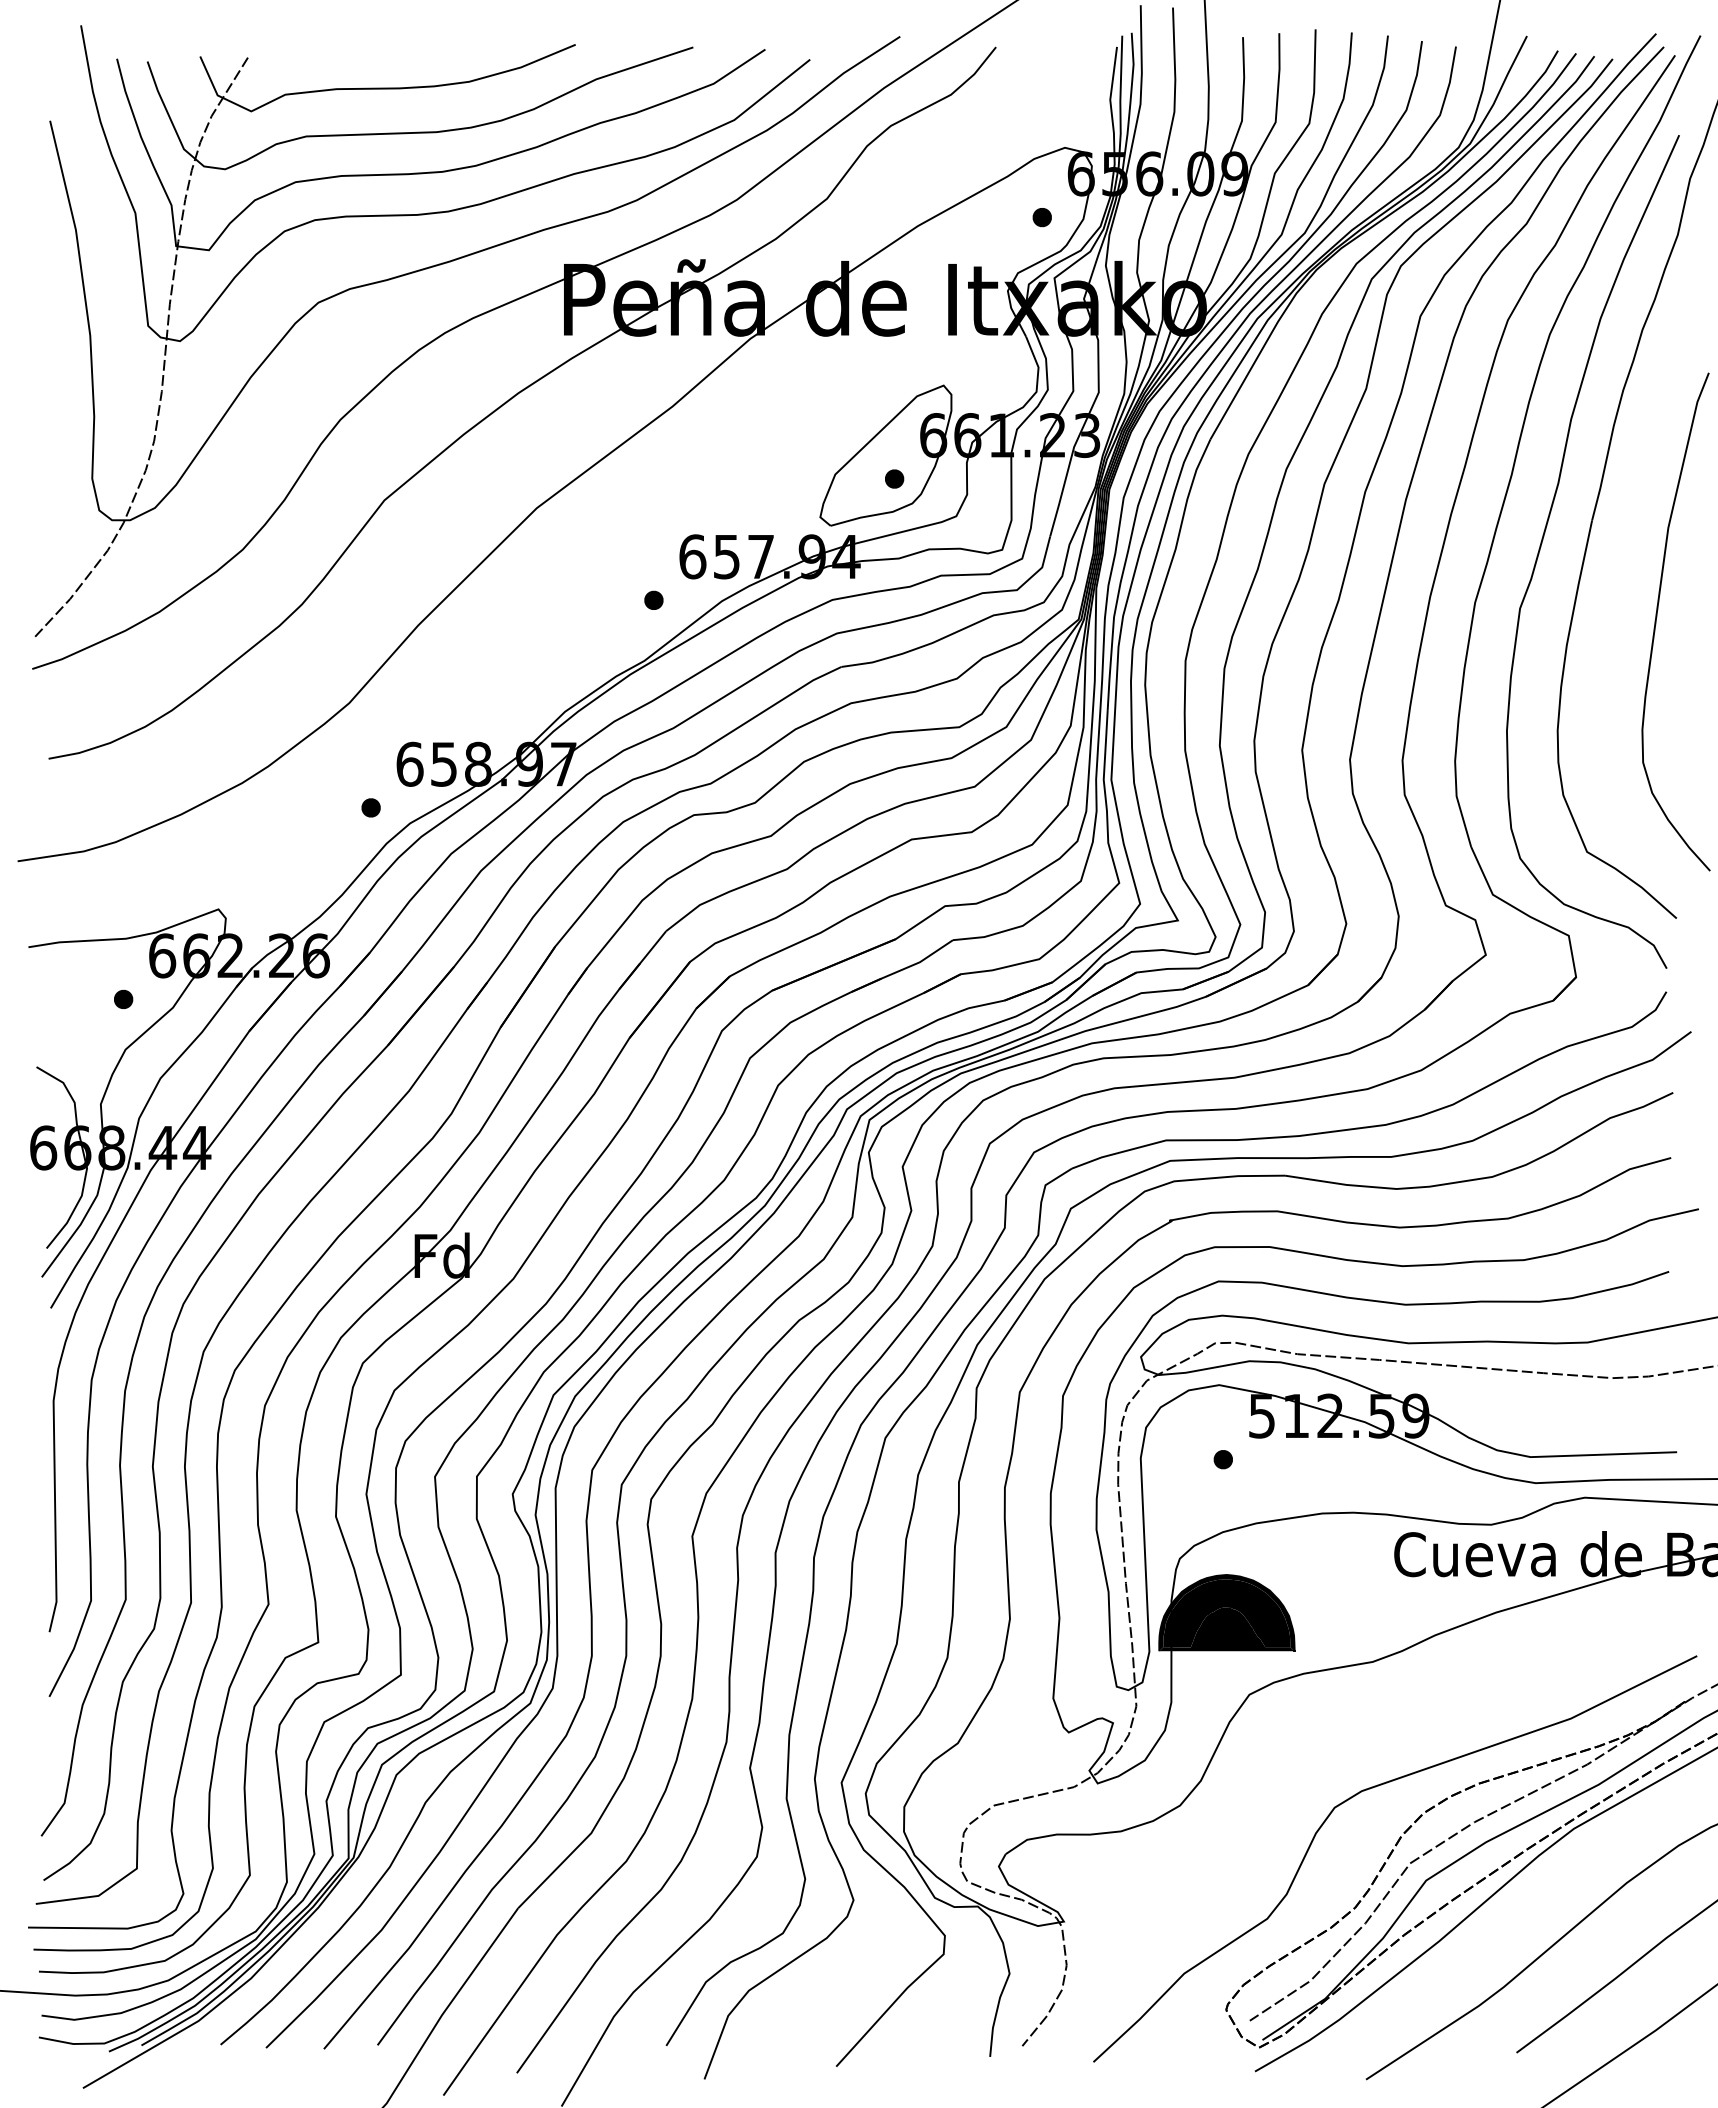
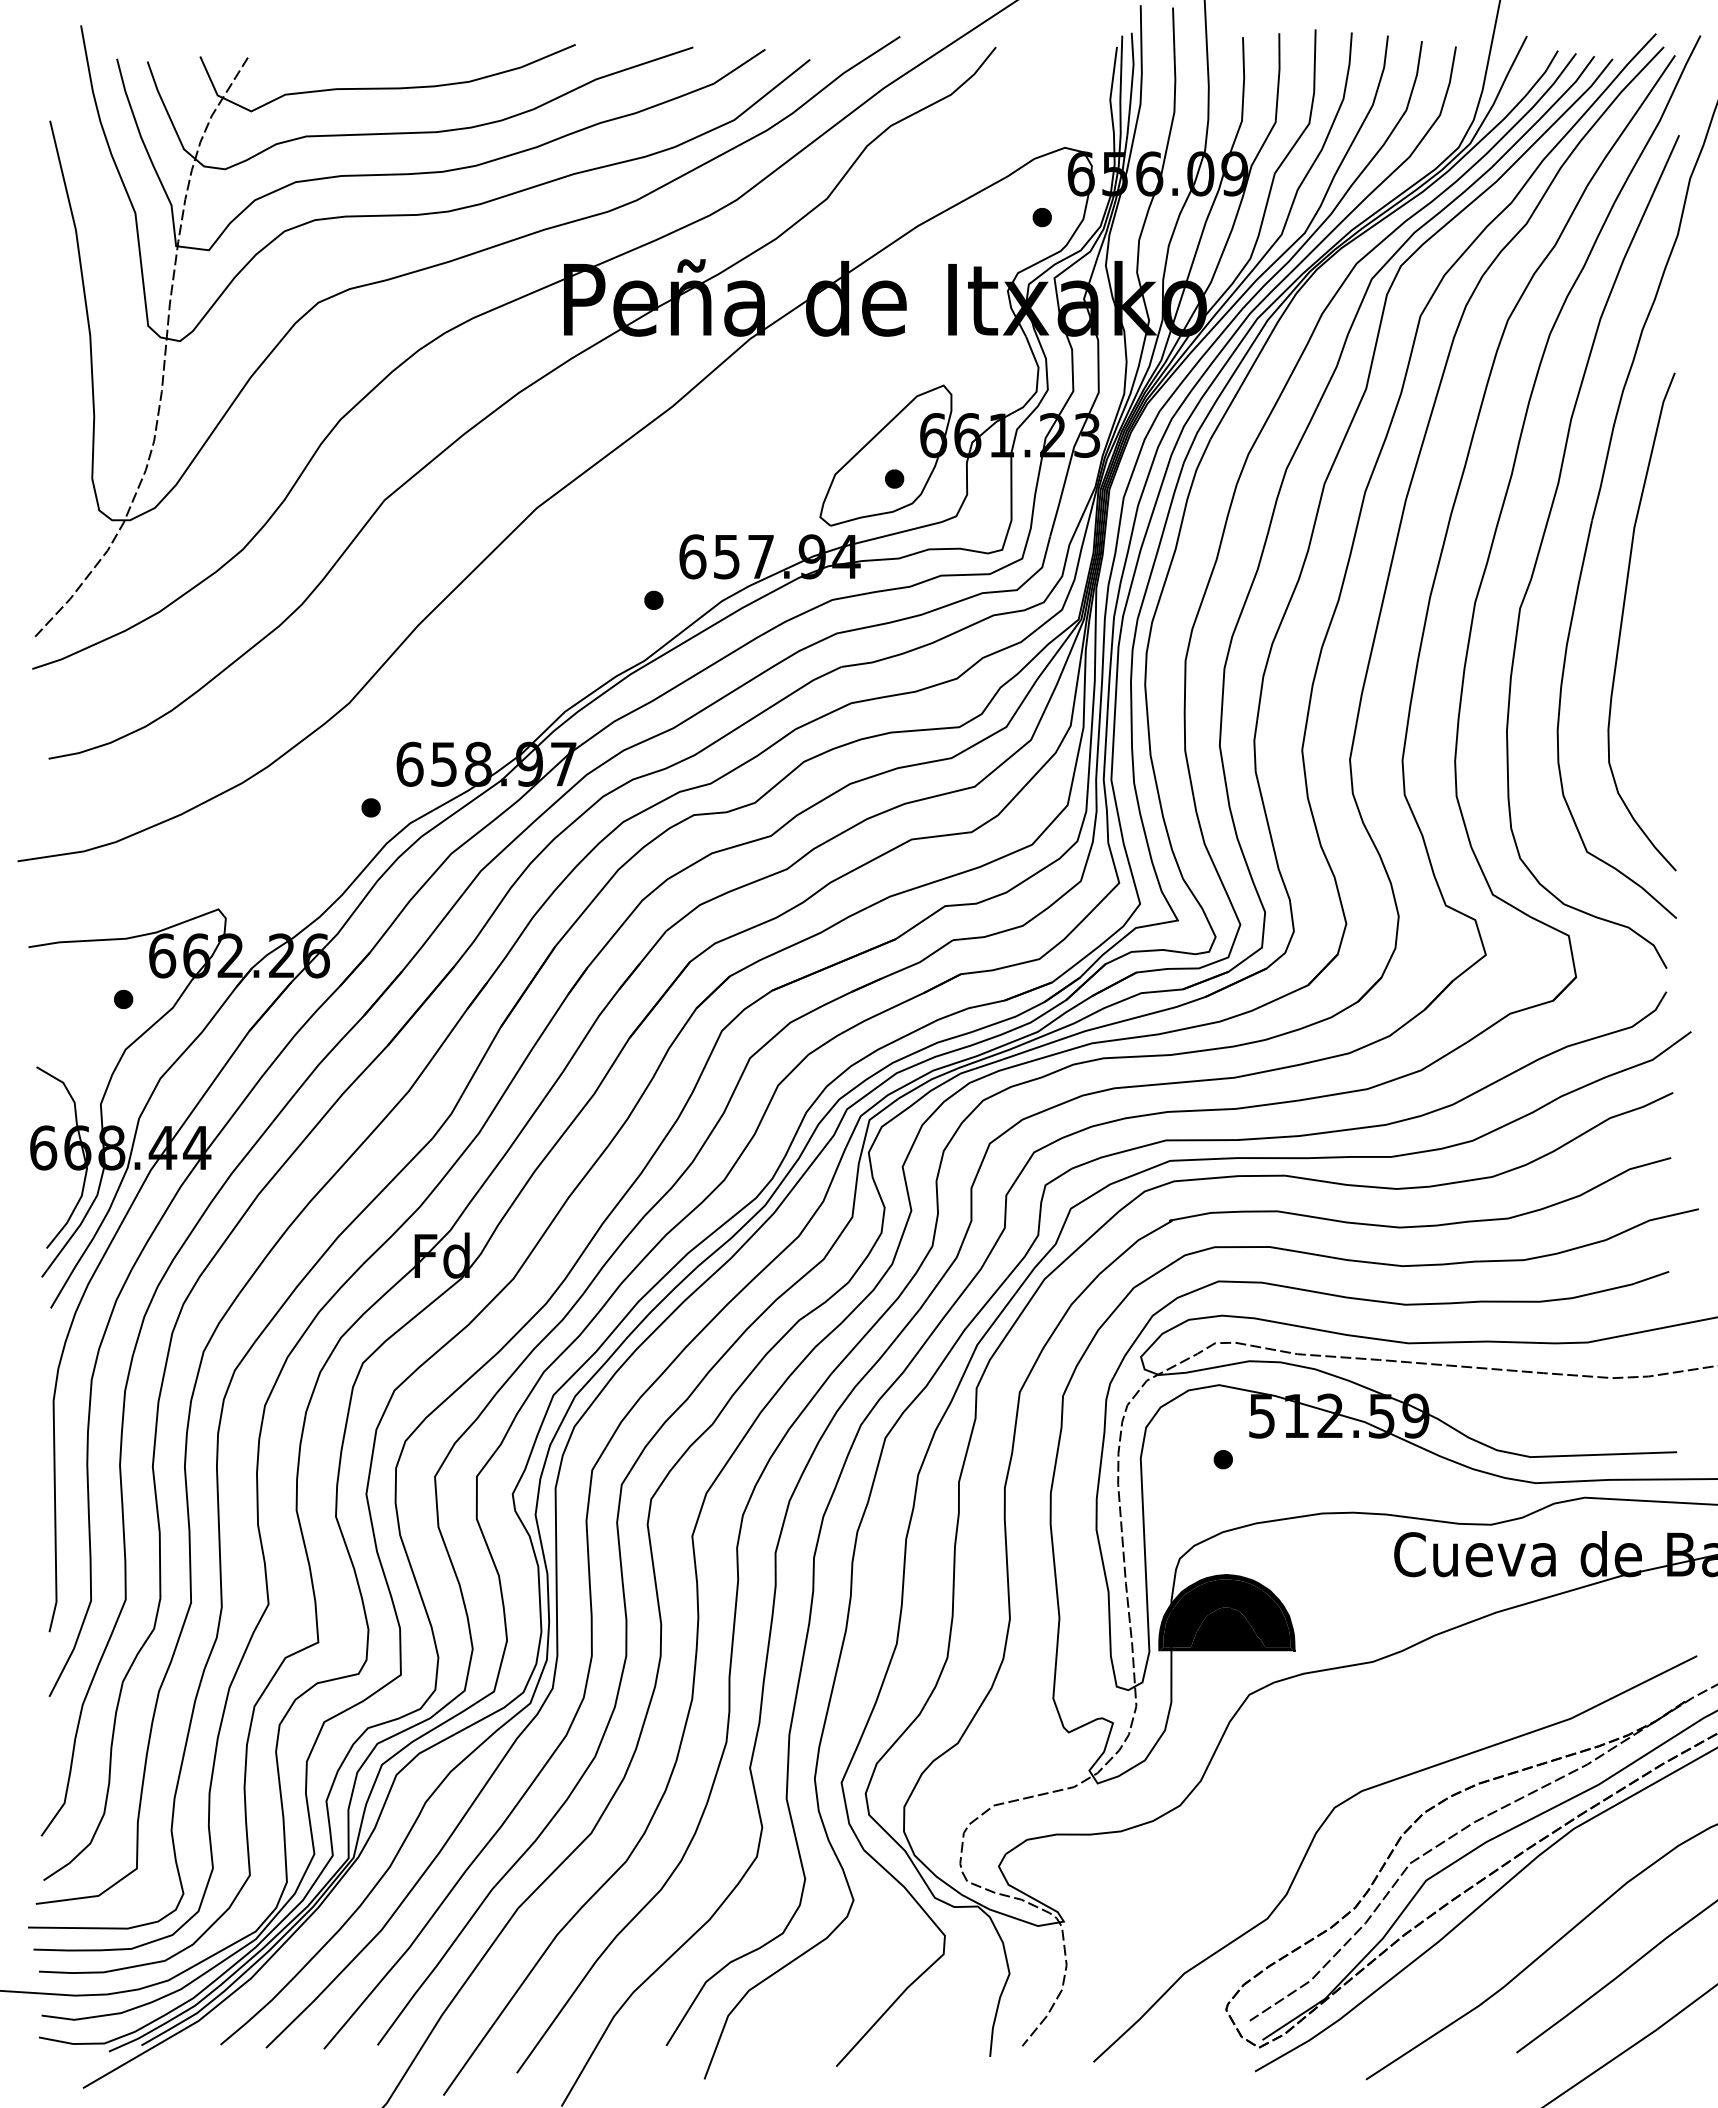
curve at (1657, 617) position: (1657, 617) -> (1623, 617)
